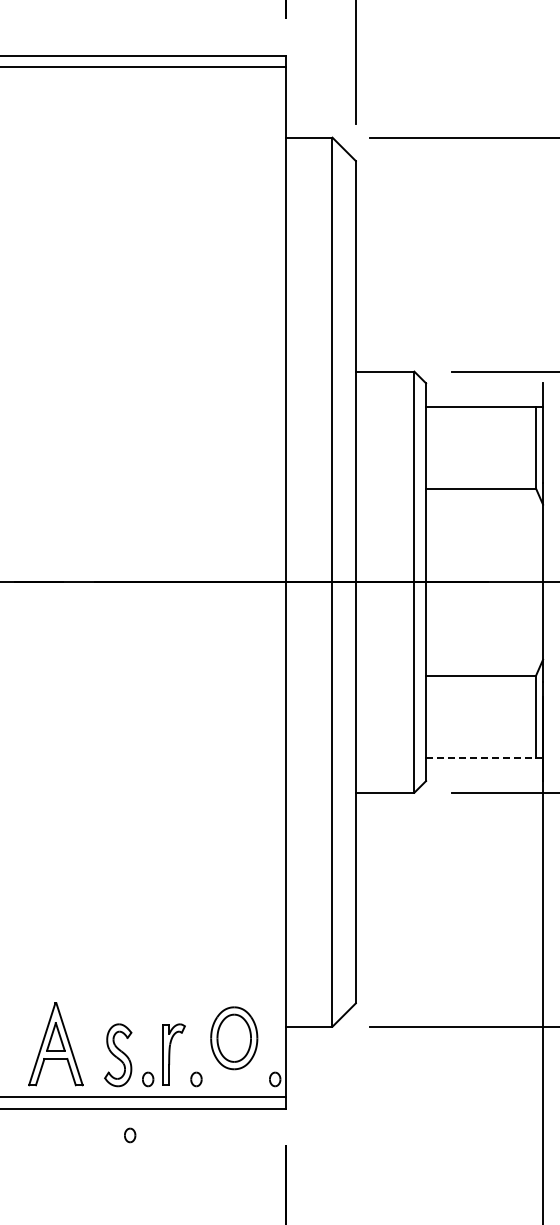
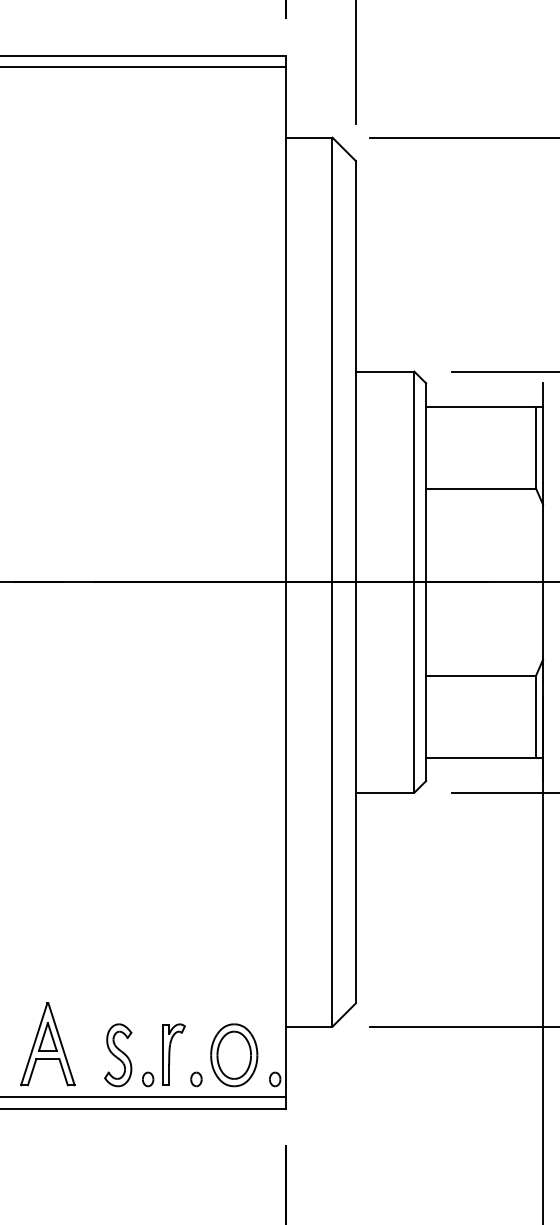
line at (481, 757): dashed -> solid
part at (234, 1038) position: (234, 1038) -> (234, 1055)
part at (55, 1044) position: (55, 1044) -> (47, 1044)
part at (130, 1135): present -> none
